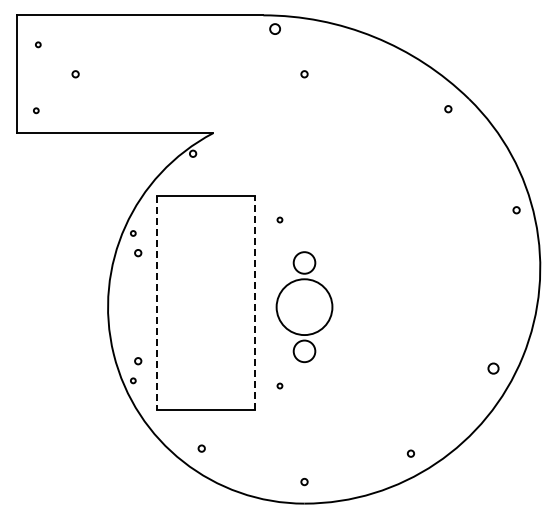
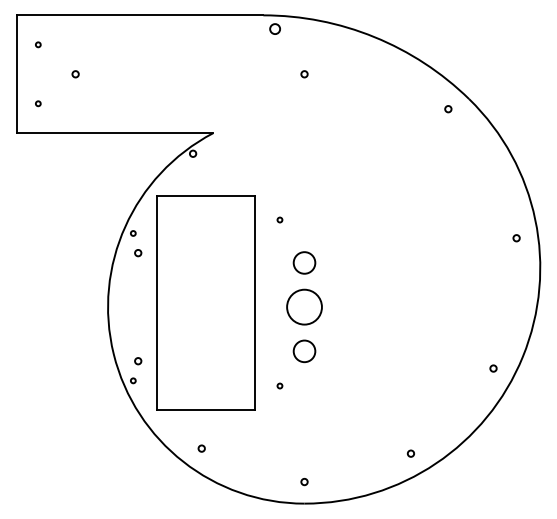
circle at (36, 110) position: (36, 110) -> (38, 103)
circle at (516, 210) position: (516, 210) -> (516, 238)
line at (255, 302): dashed -> solid
line at (157, 303): dashed -> solid
circle at (304, 307) diameter: 56 px -> 35 px
circle at (493, 368) size: 13x13 px -> 9x9 px
